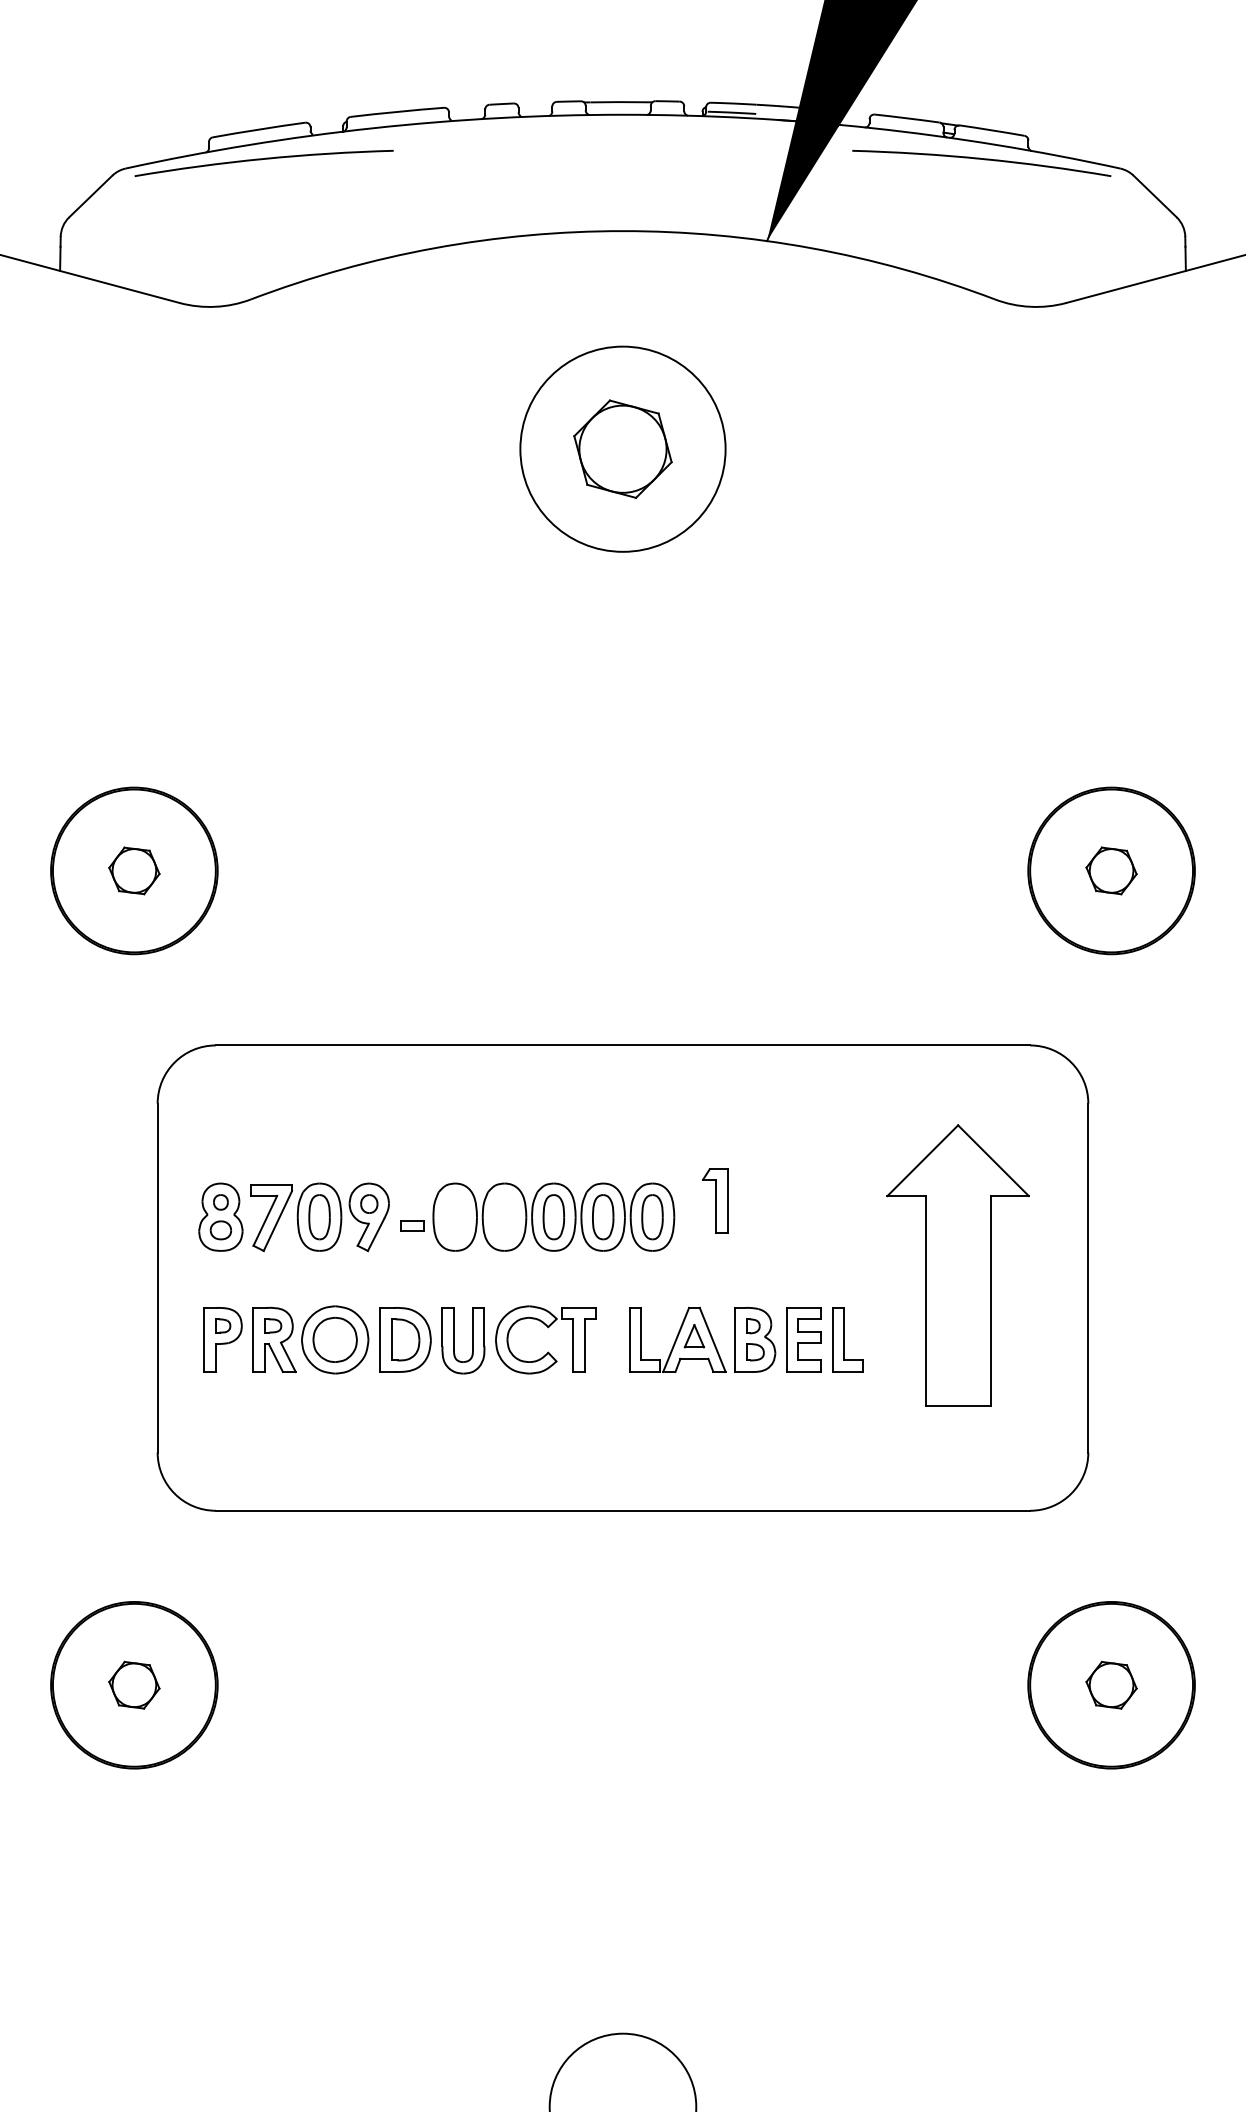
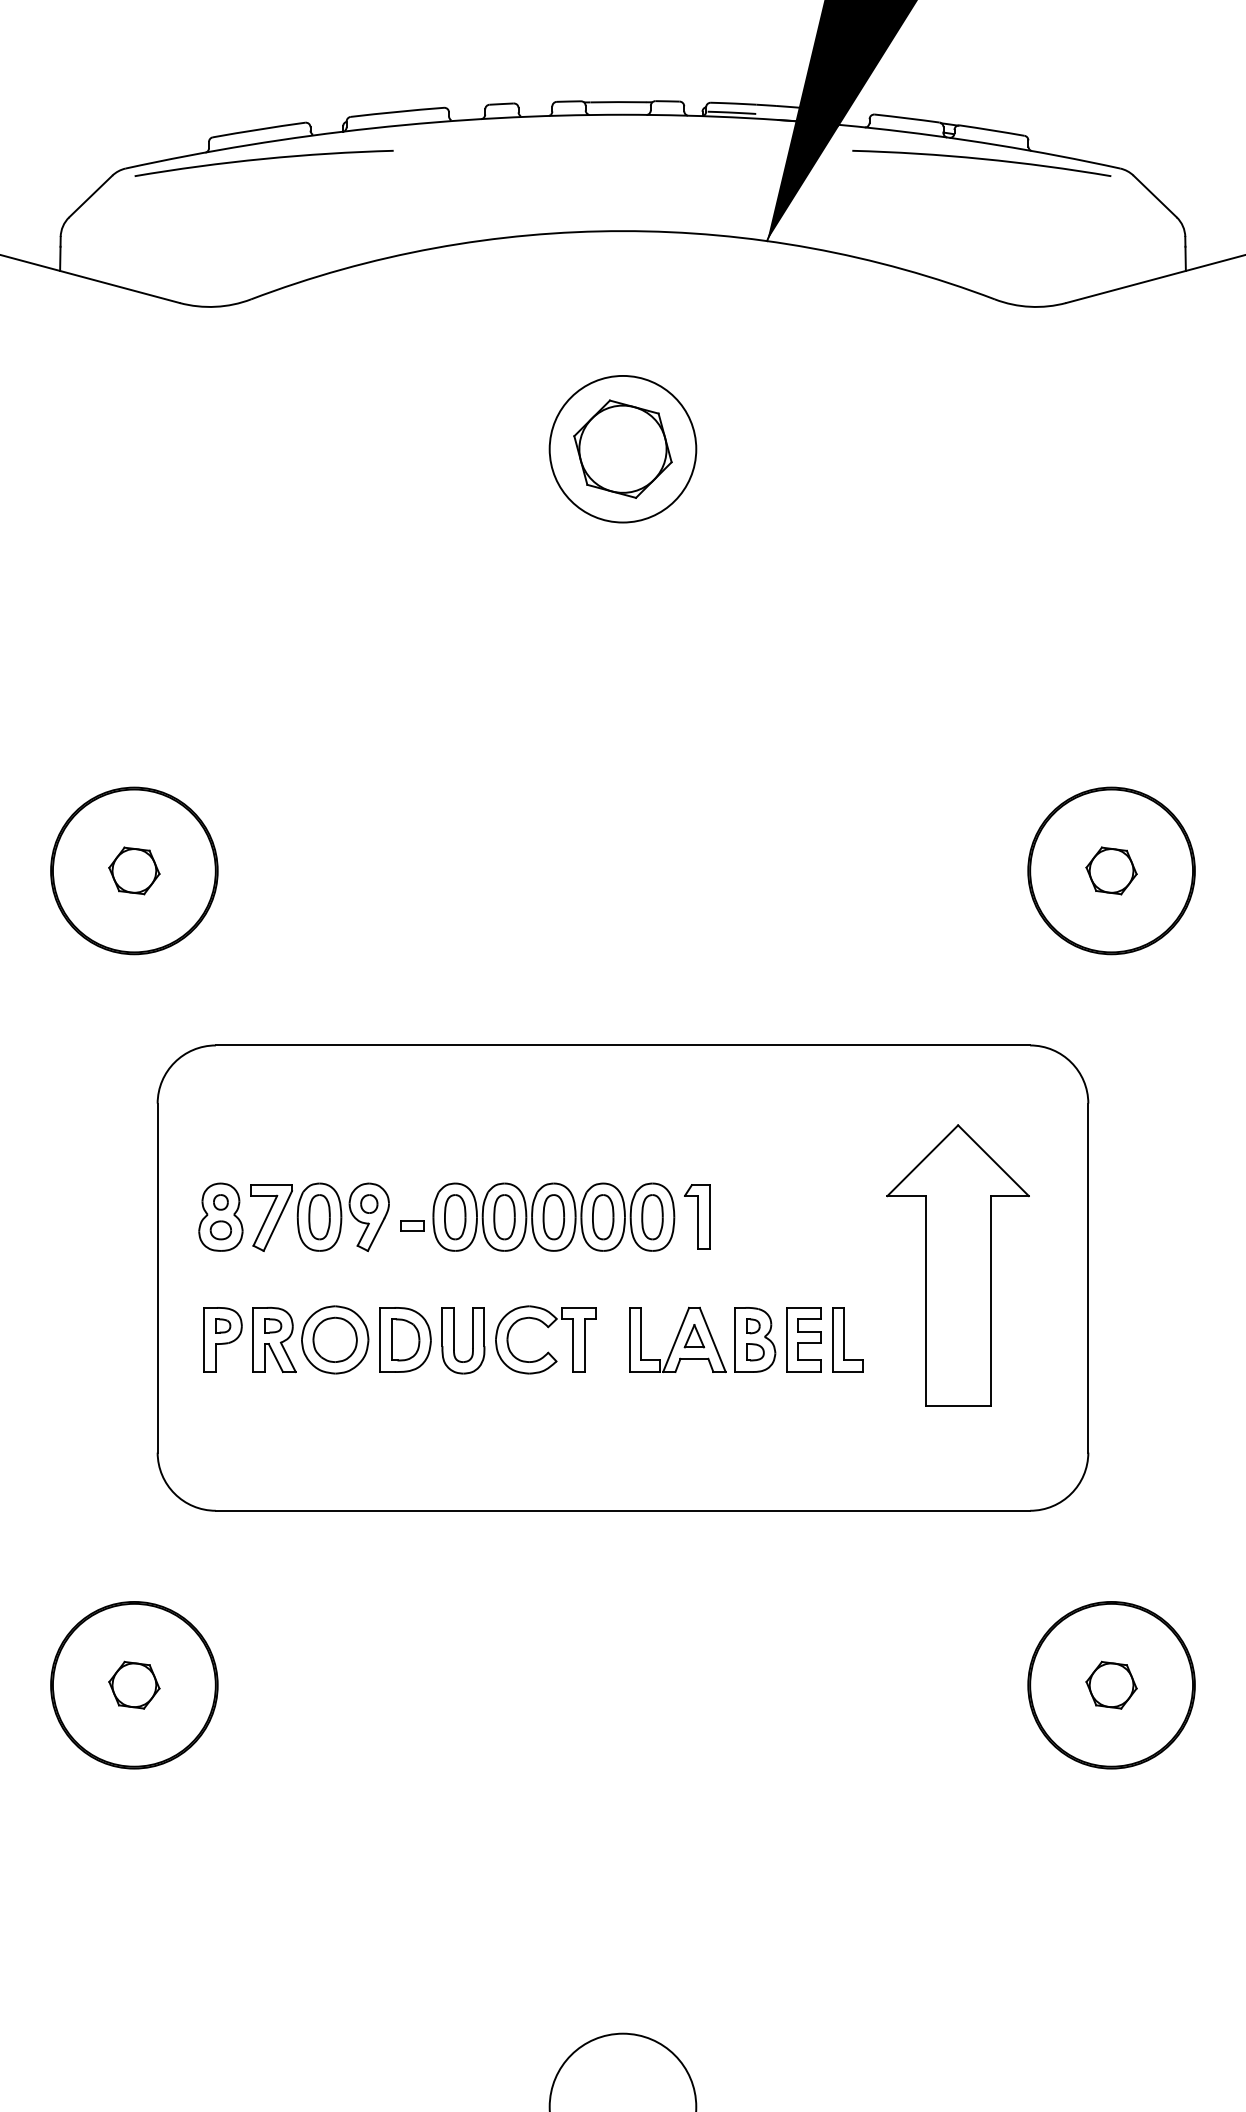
circle at (622, 448) diameter: 205 px -> 147 px
part at (715, 1200) position: (715, 1200) -> (697, 1216)
part at (455, 1217): none -> present
part at (504, 1217): none -> present
